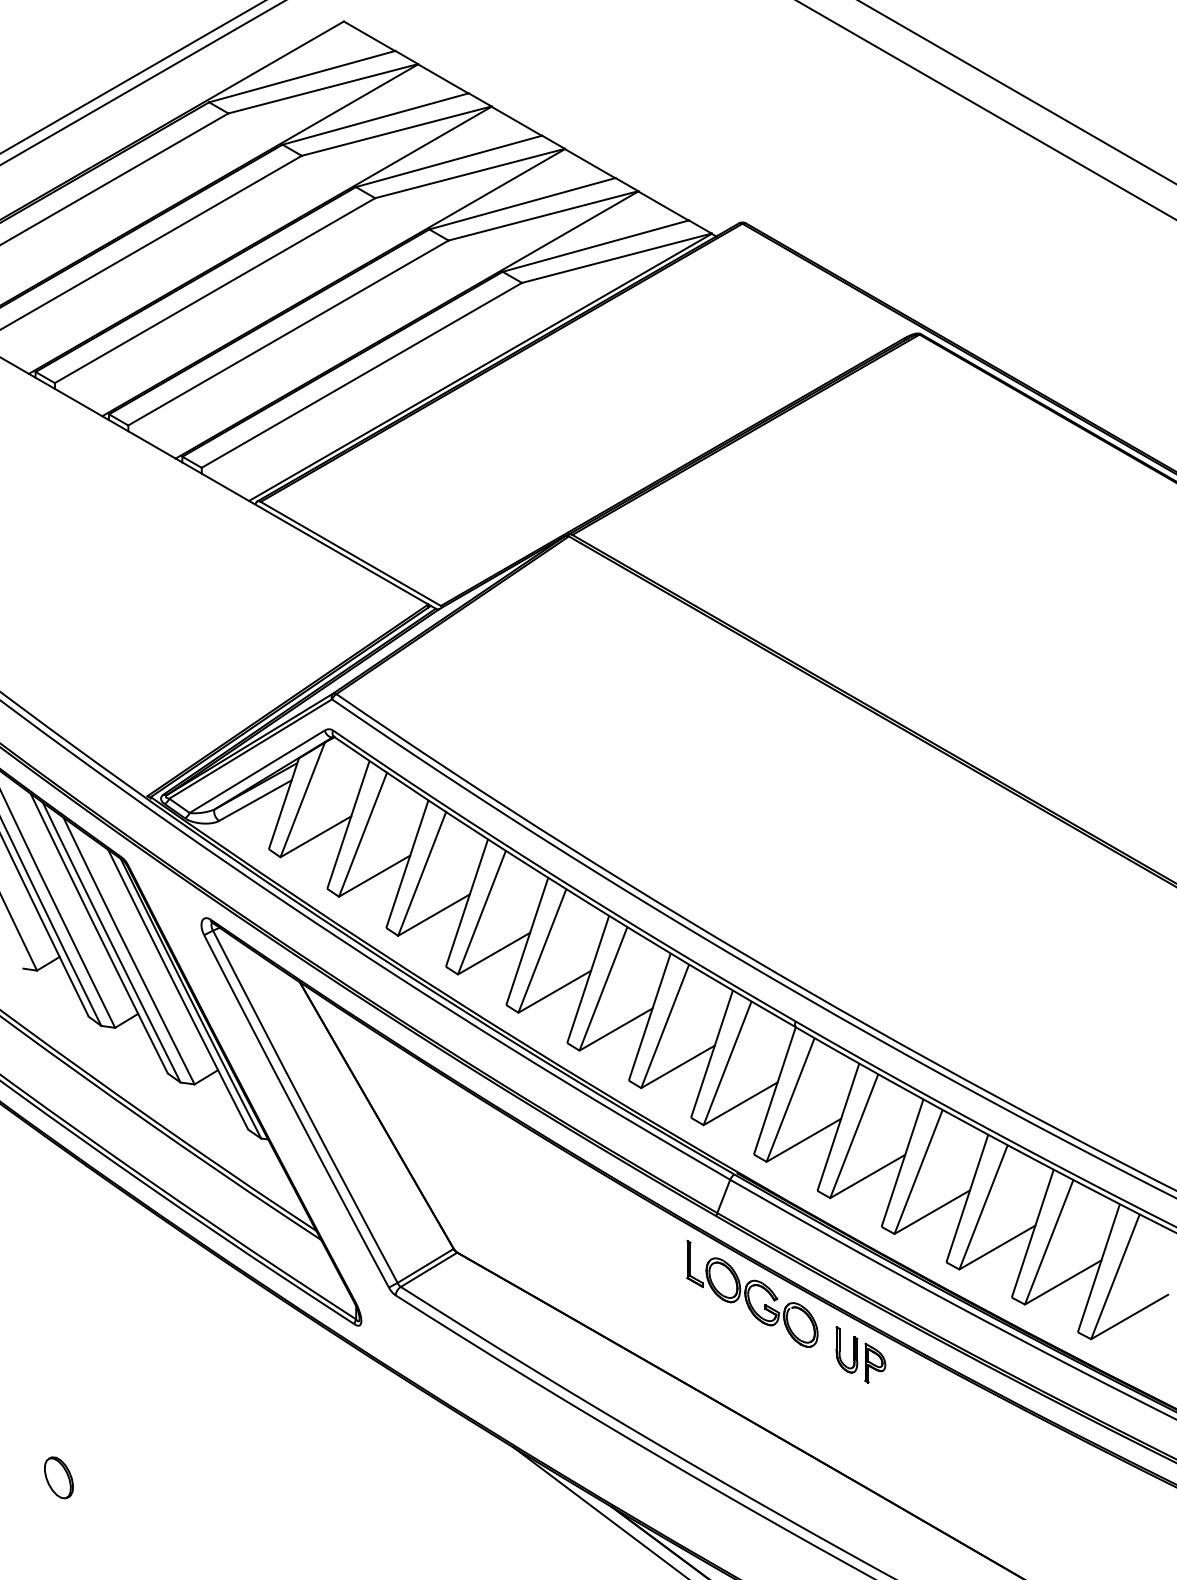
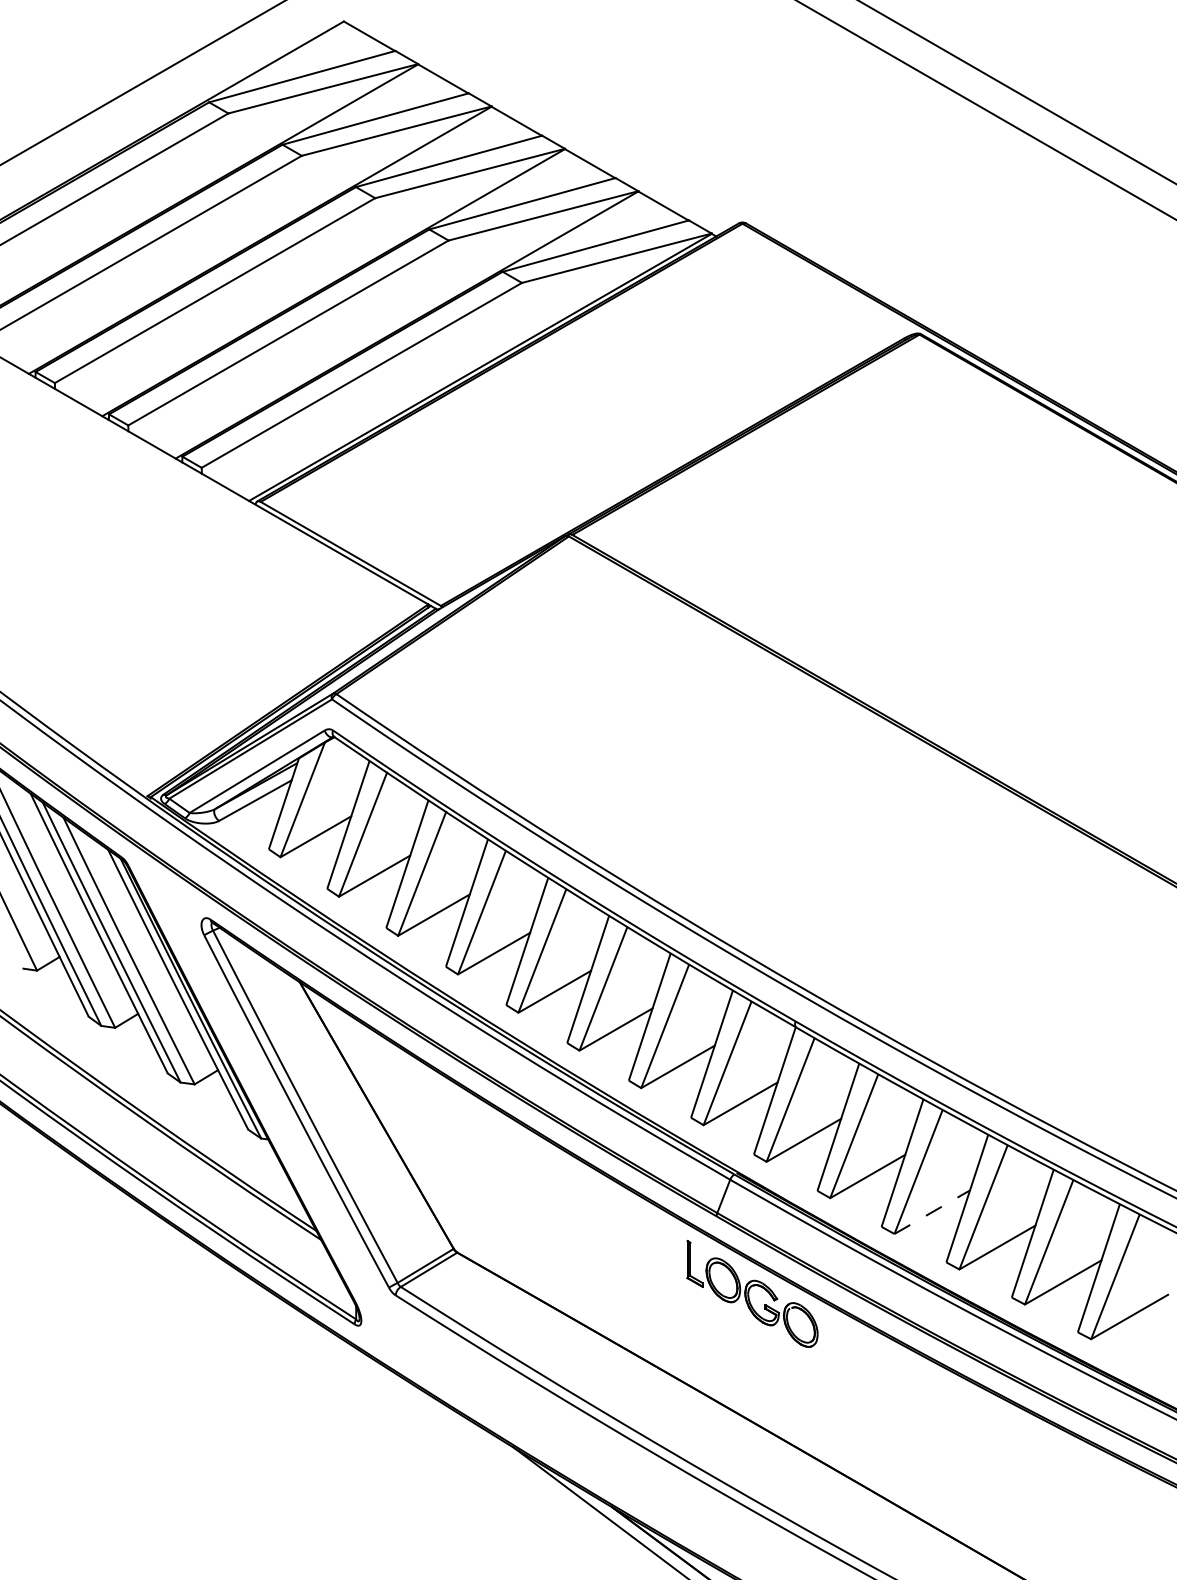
line at (132, 77): present -> none
line at (932, 1212): solid -> dashed
part at (860, 1354): present -> none
part at (58, 1477): present -> none
